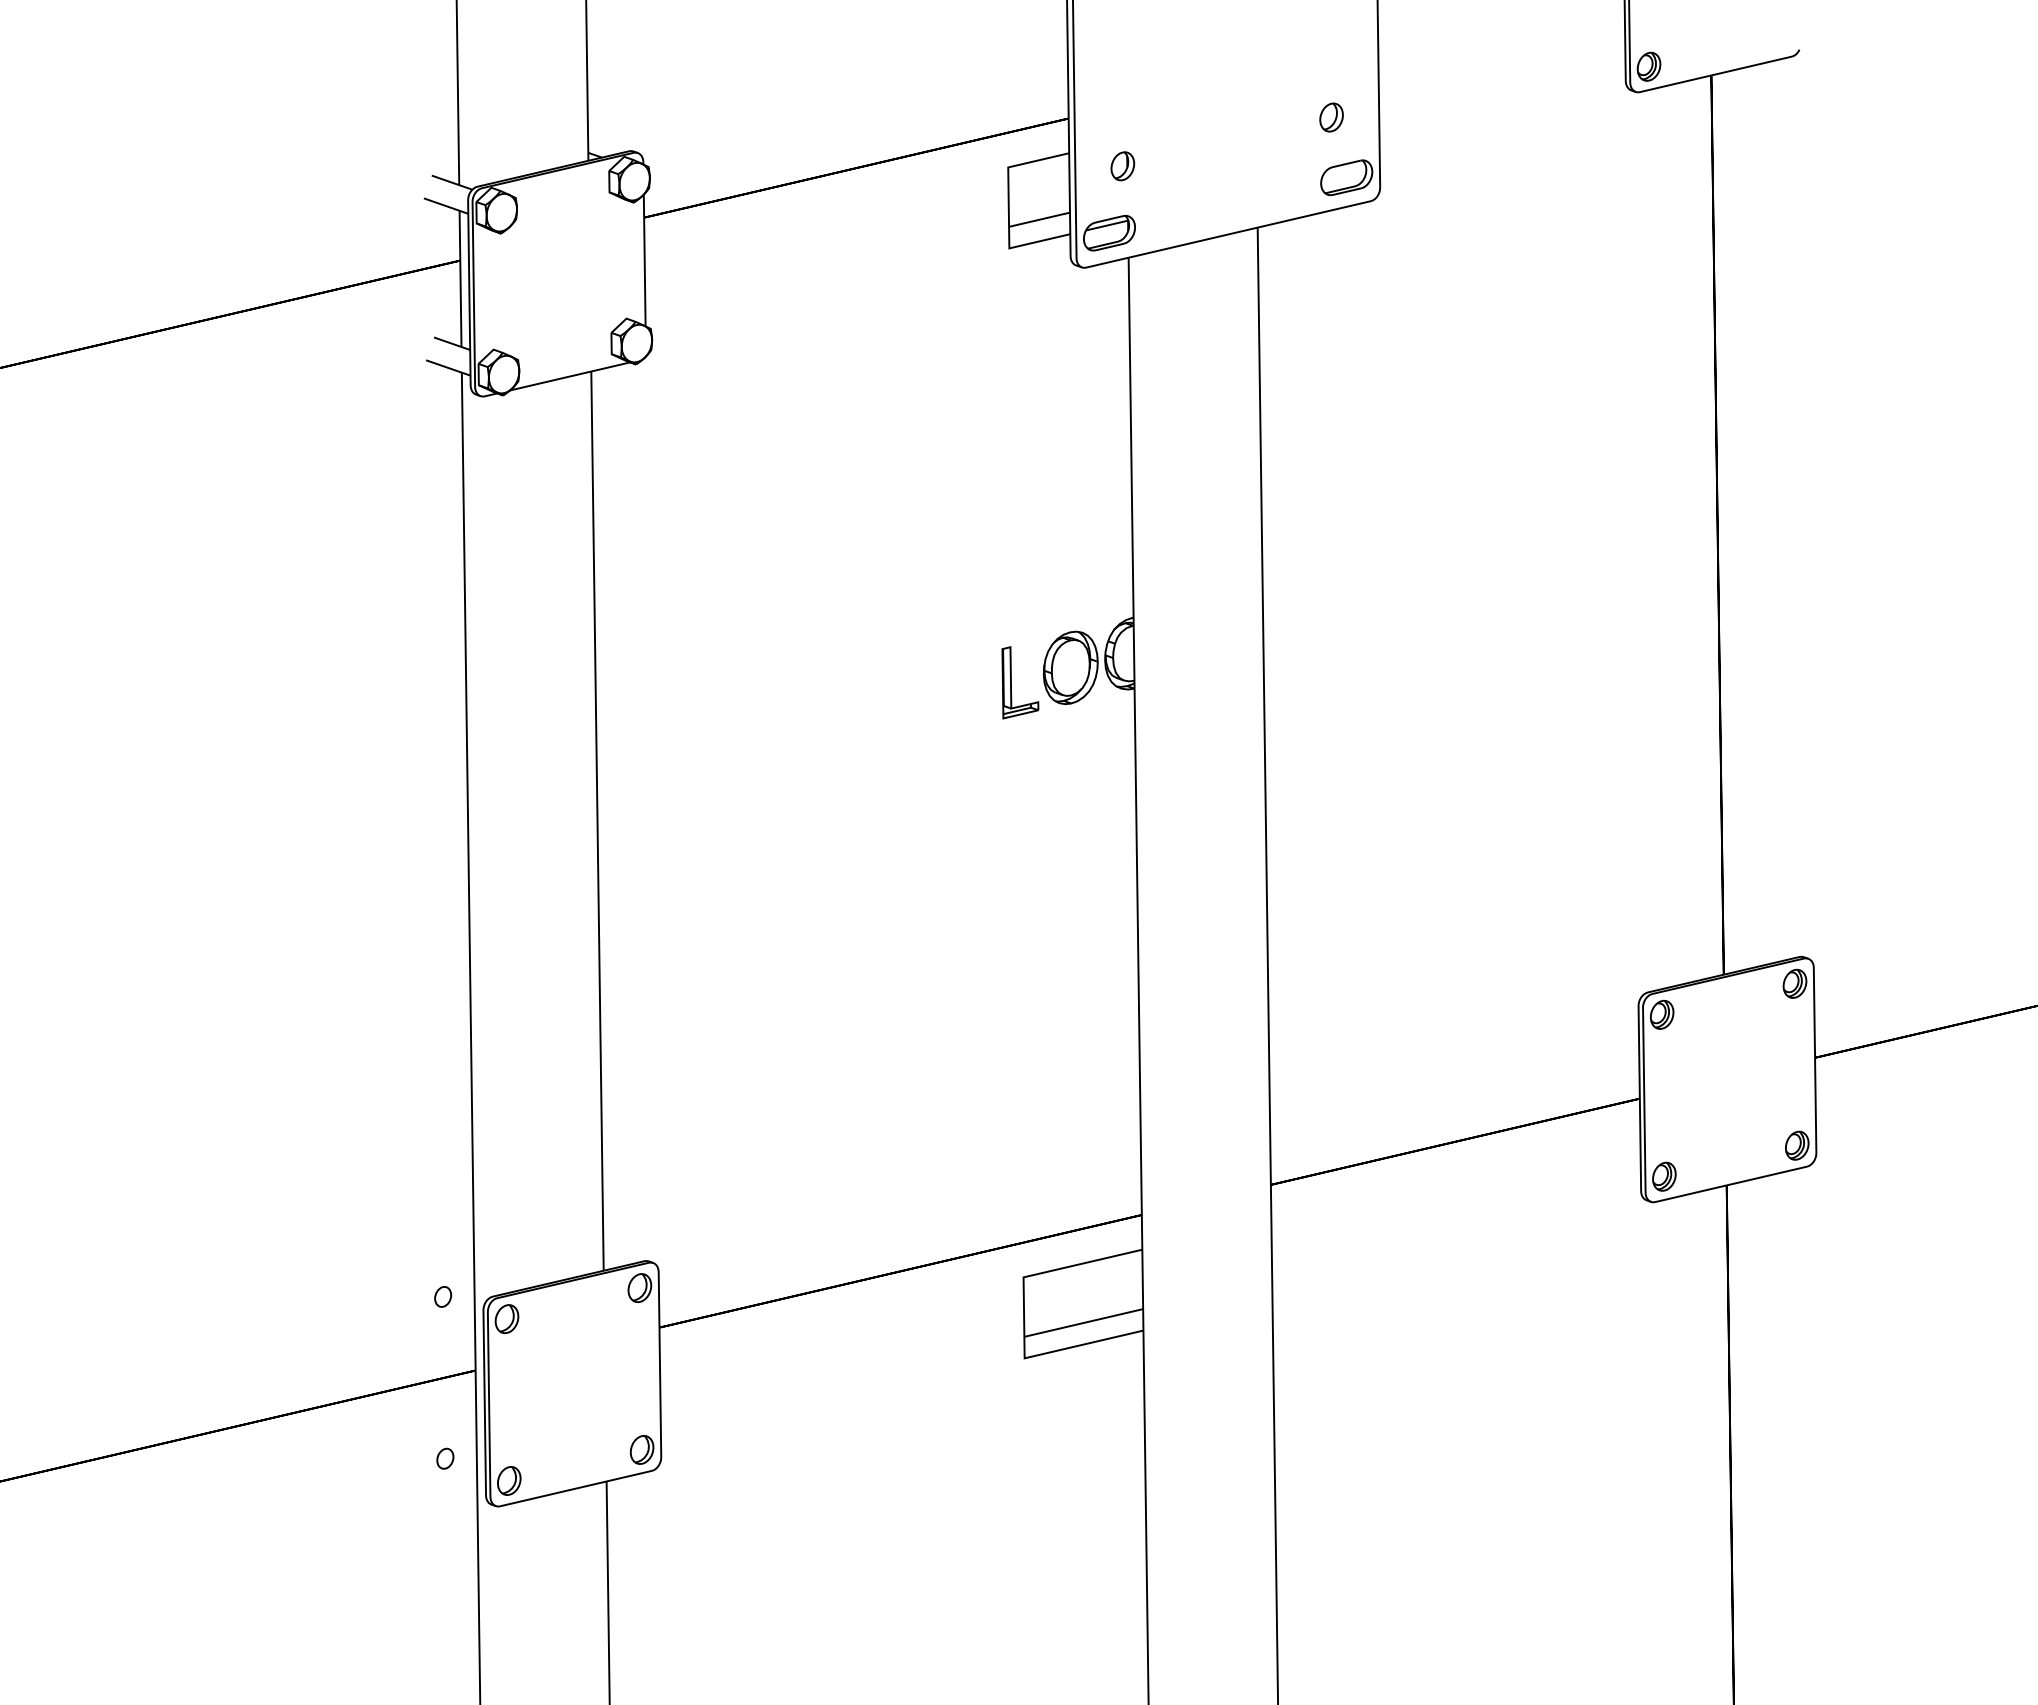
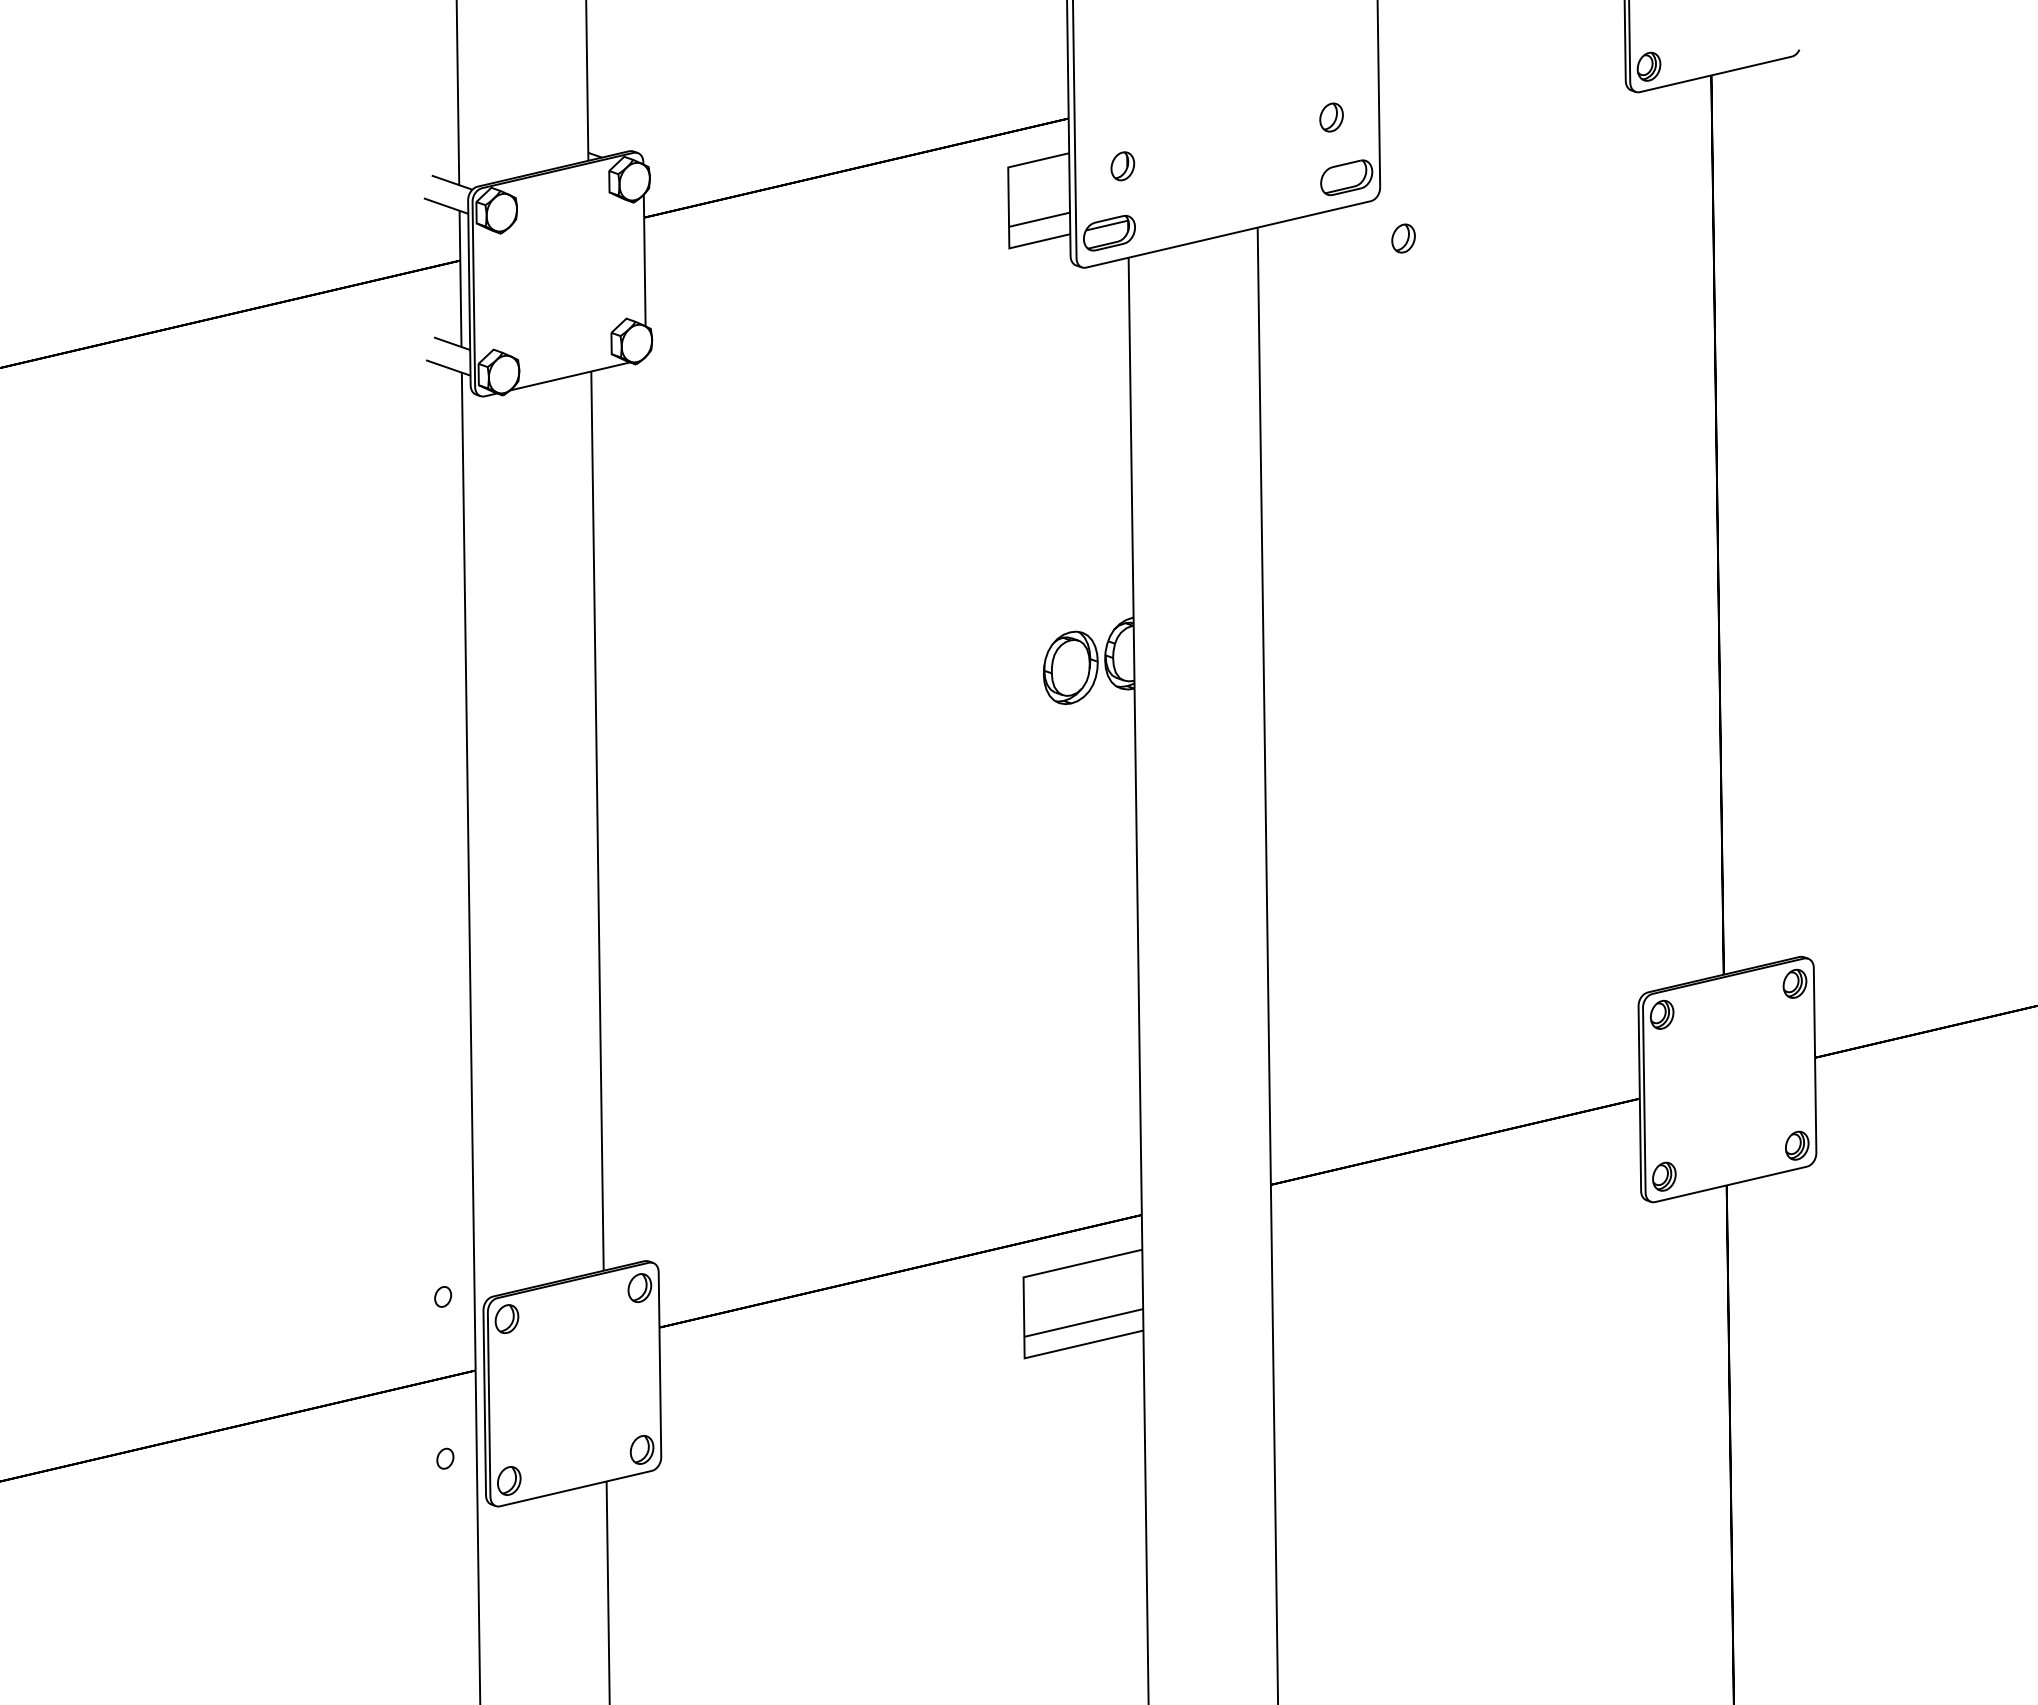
part at (1403, 238): none -> present
part at (1011, 682): present -> none
